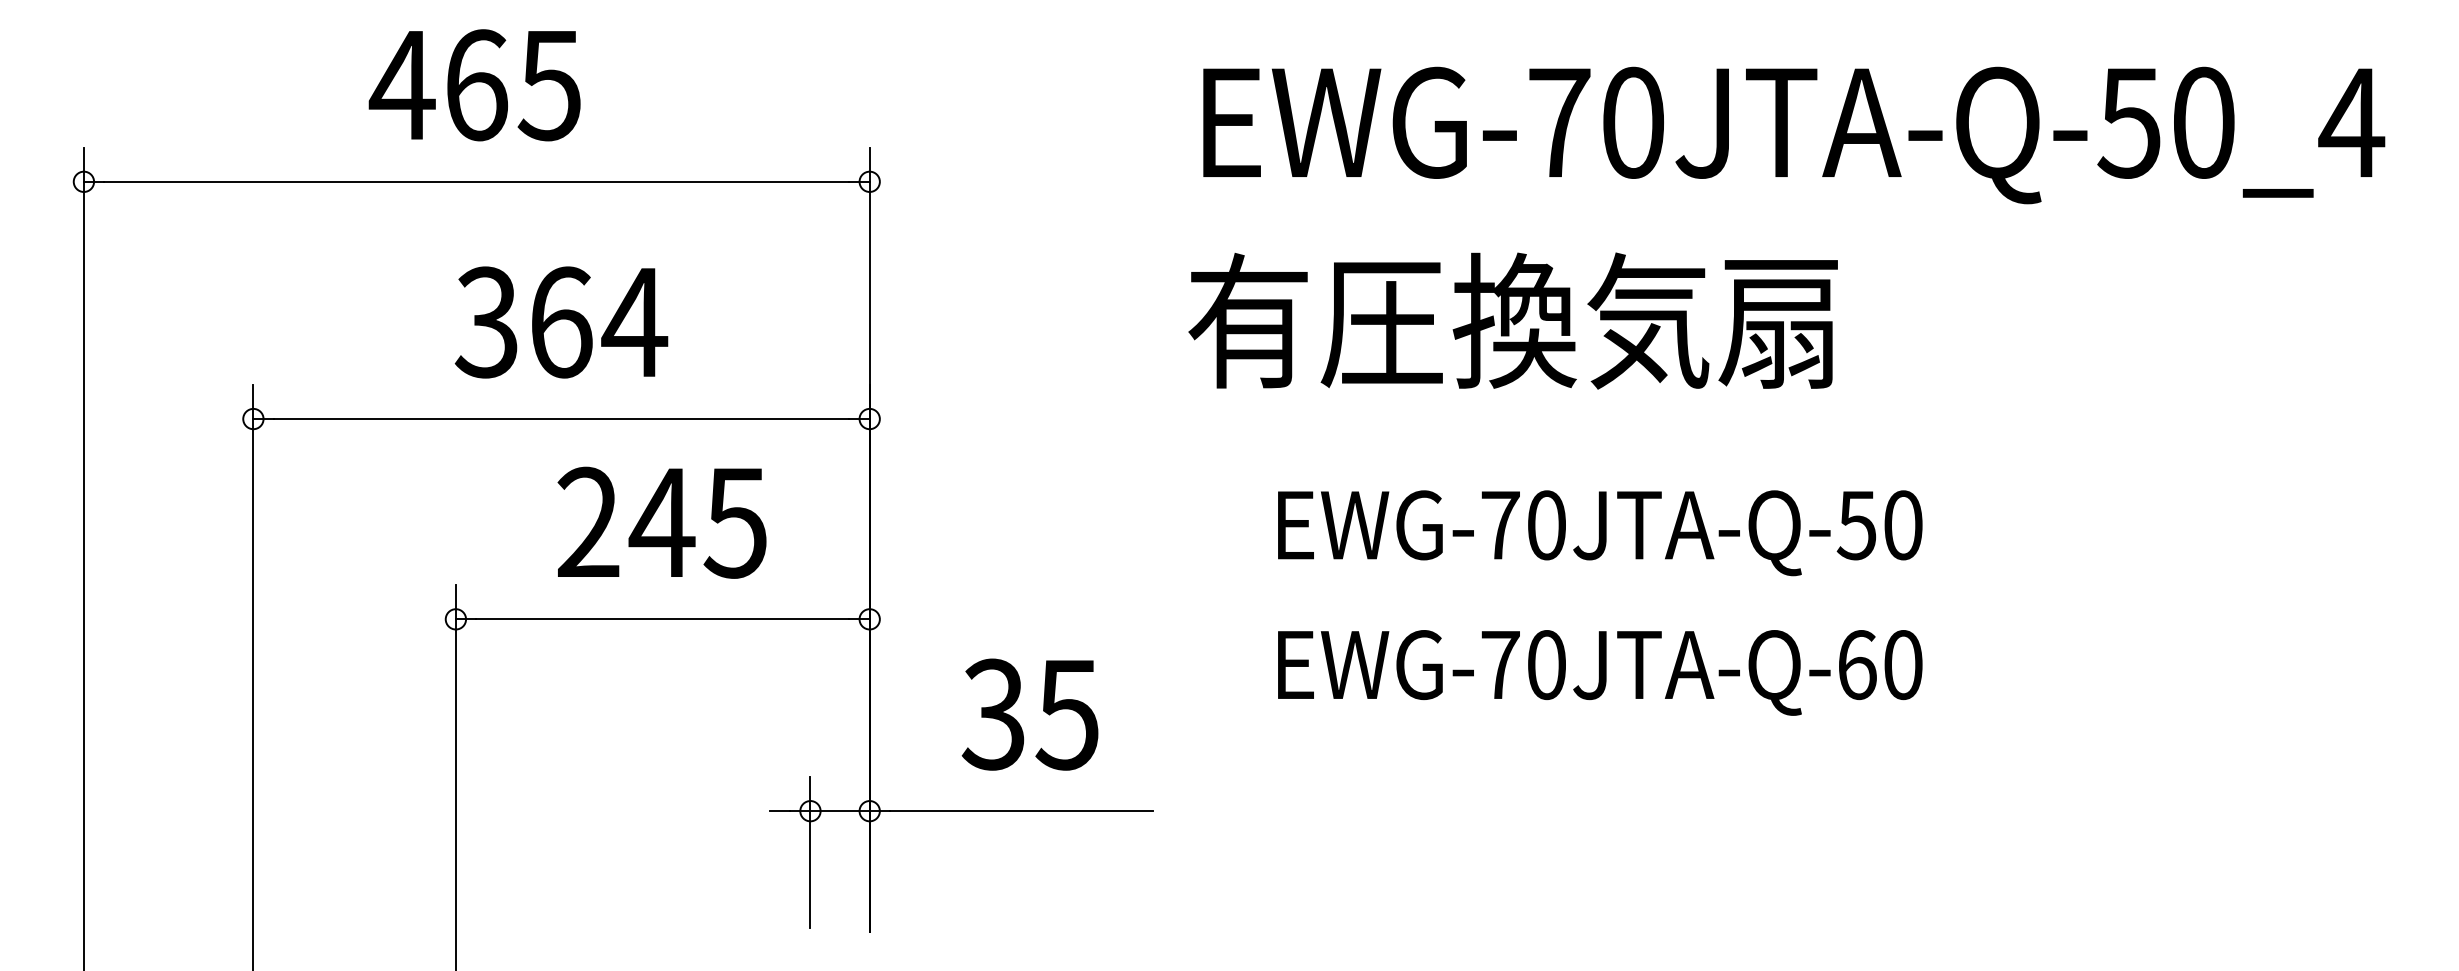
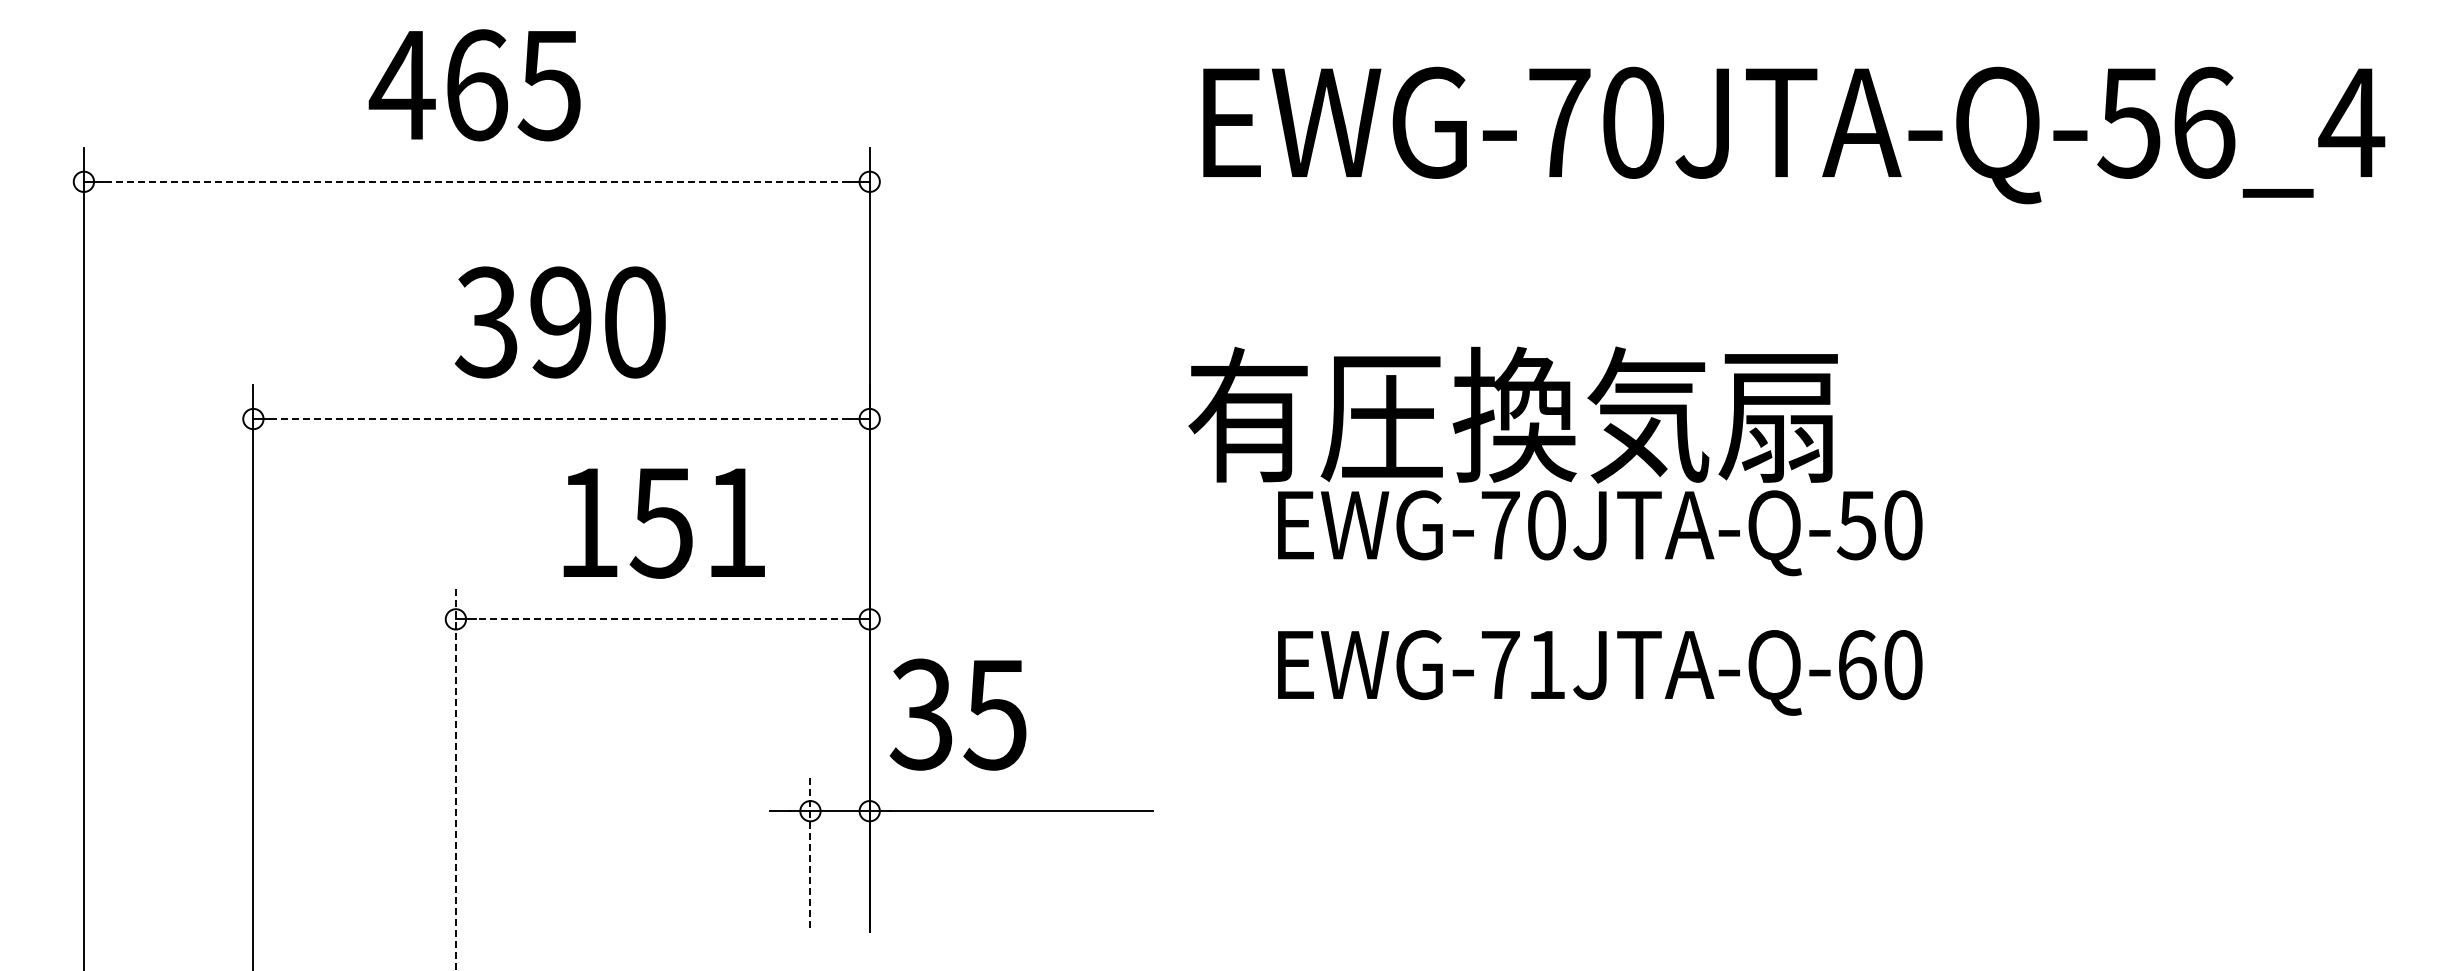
text at (2204, 122): EWG-70JTA-Q-50_4 -> EWG-70JTA-Q-56_4
line at (476, 181): solid -> dashed
text at (1512, 320) position: (1512, 320) -> (1512, 414)
text at (599, 322): 364 -> 390
line at (561, 419): solid -> dashed
text at (661, 522): 245 -> 151
line at (662, 619): solid -> dashed
text at (1546, 665): EWG-70JTA-Q-60 -> EWG-71JTA-Q-60
text at (1029, 714) position: (1029, 714) -> (957, 714)
line at (455, 777): solid -> dashed
line at (810, 852): solid -> dashed
